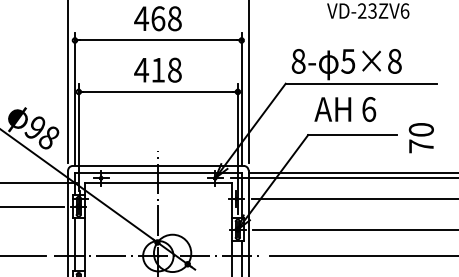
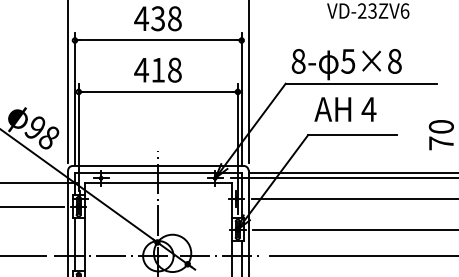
text at (158, 18): 468 -> 438
text at (368, 109): 6 -> 4
text at (420, 138) position: (420, 138) -> (440, 135)
